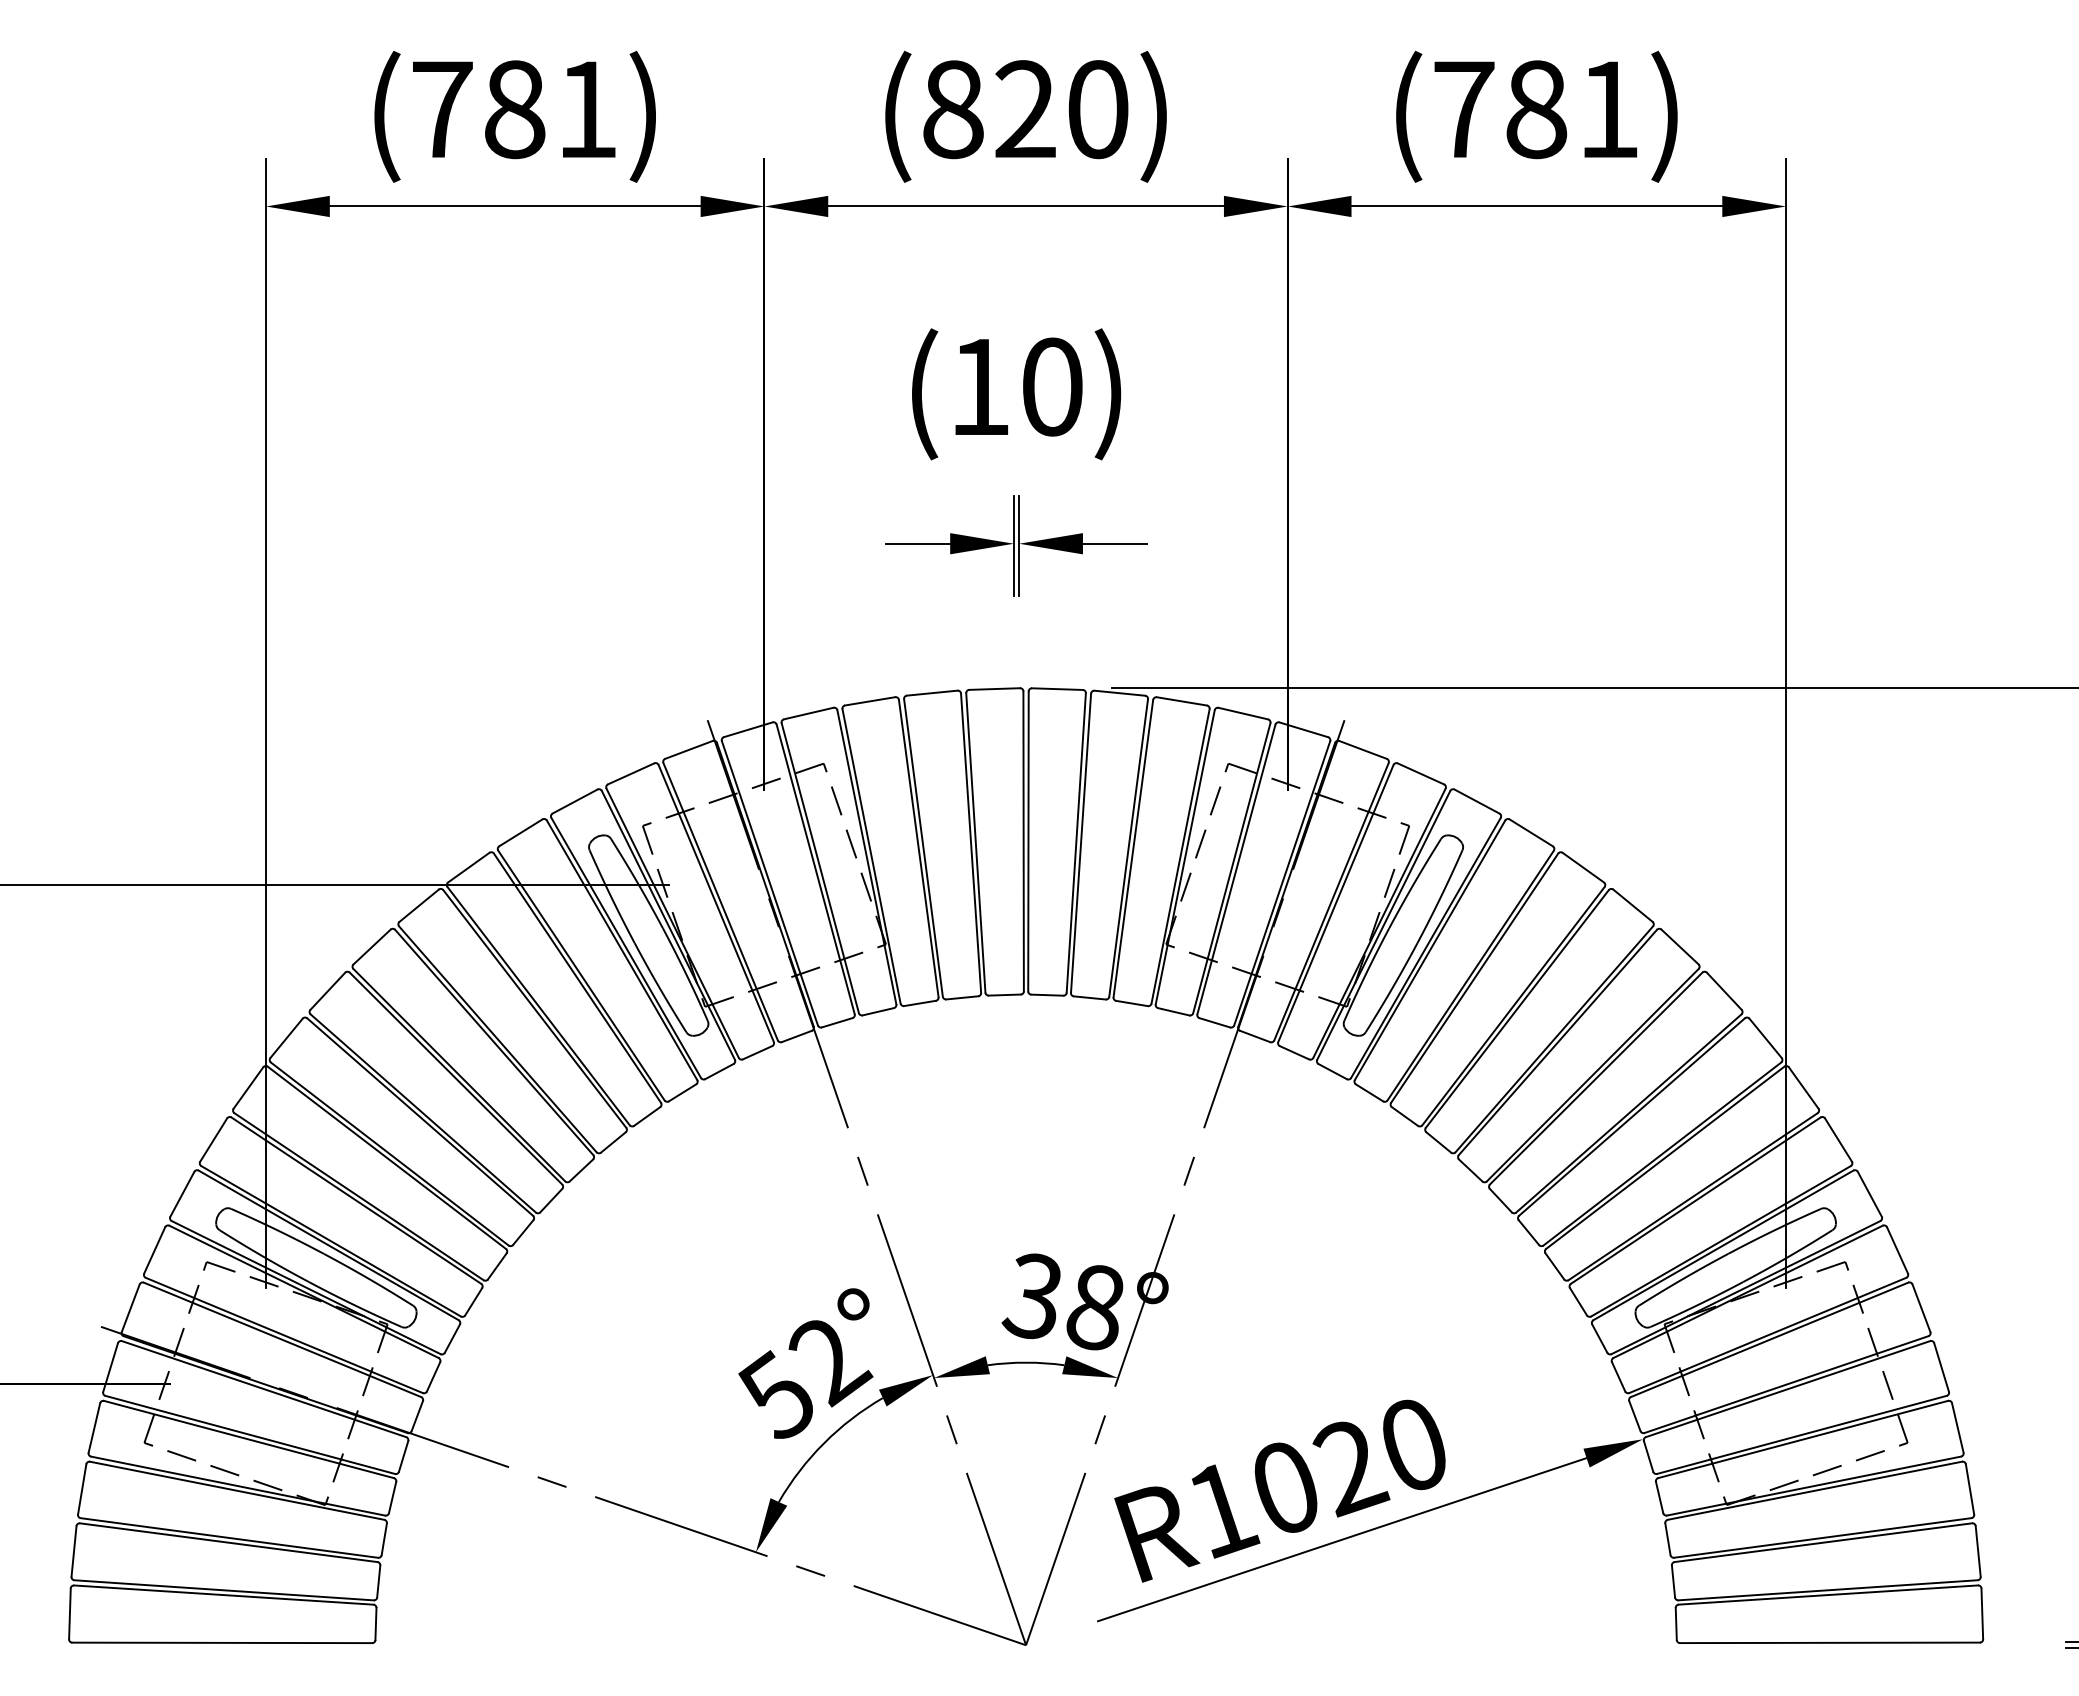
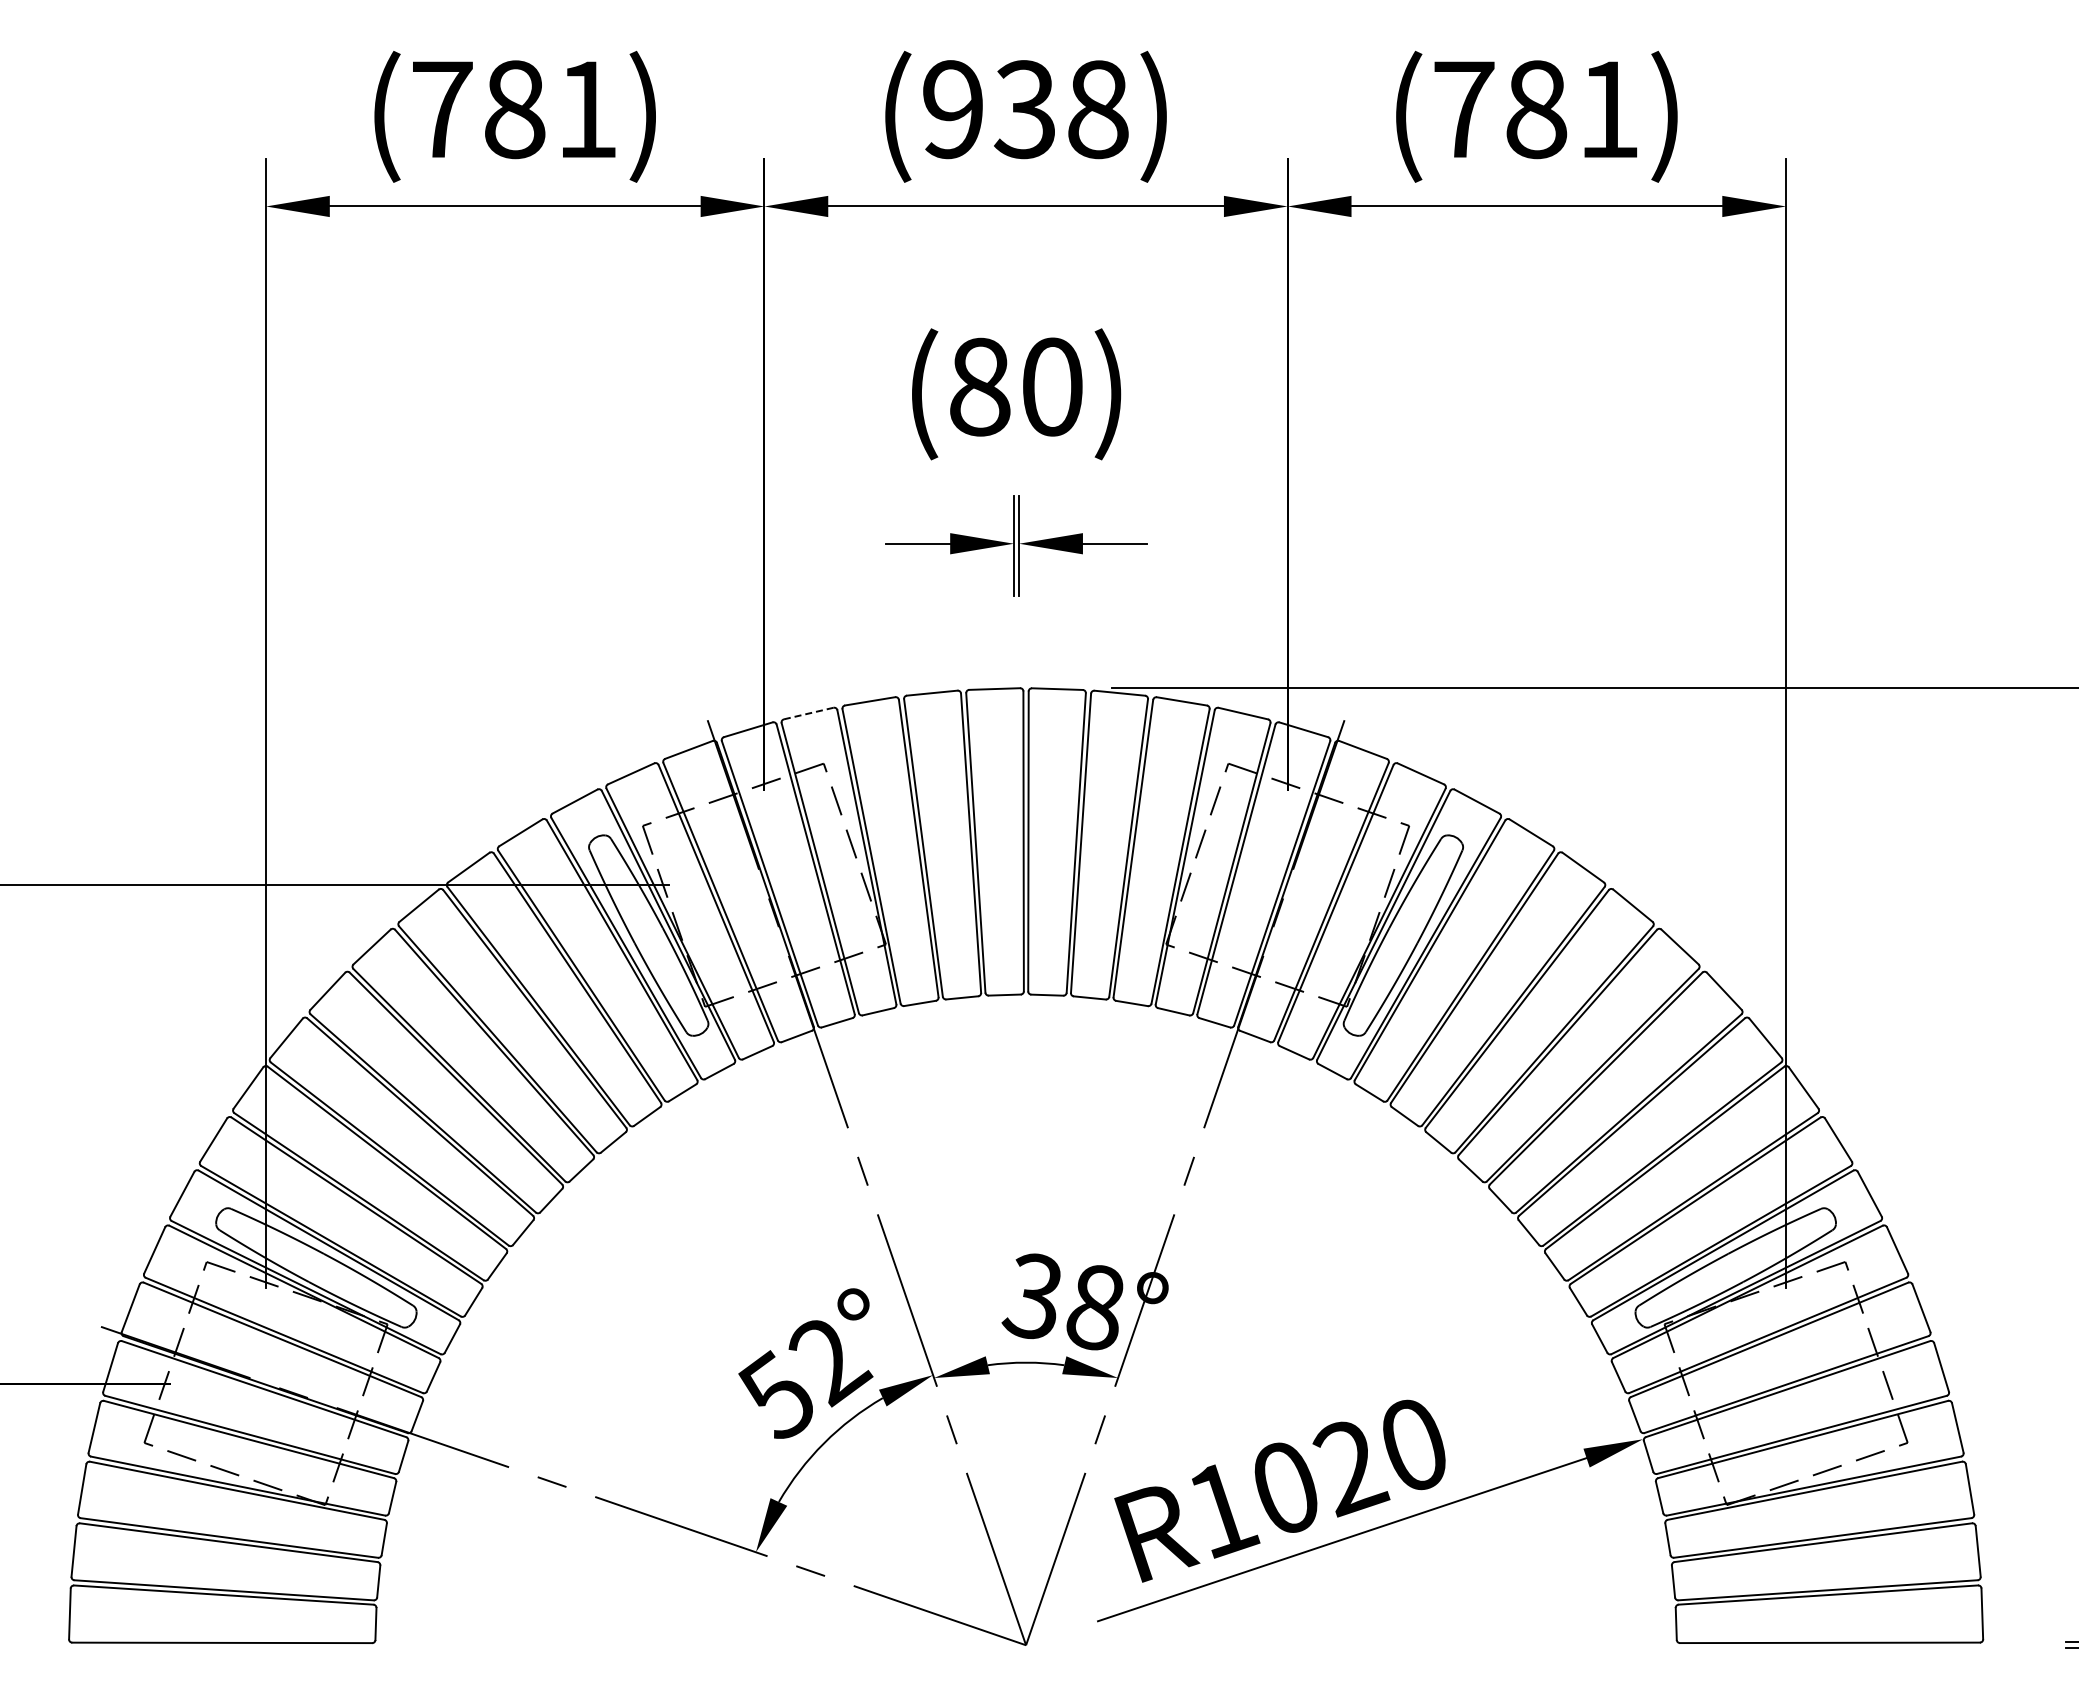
text at (1025, 109): (820) -> (938)
text at (980, 386): (10) -> (80)
line at (808, 713): solid -> dashed
